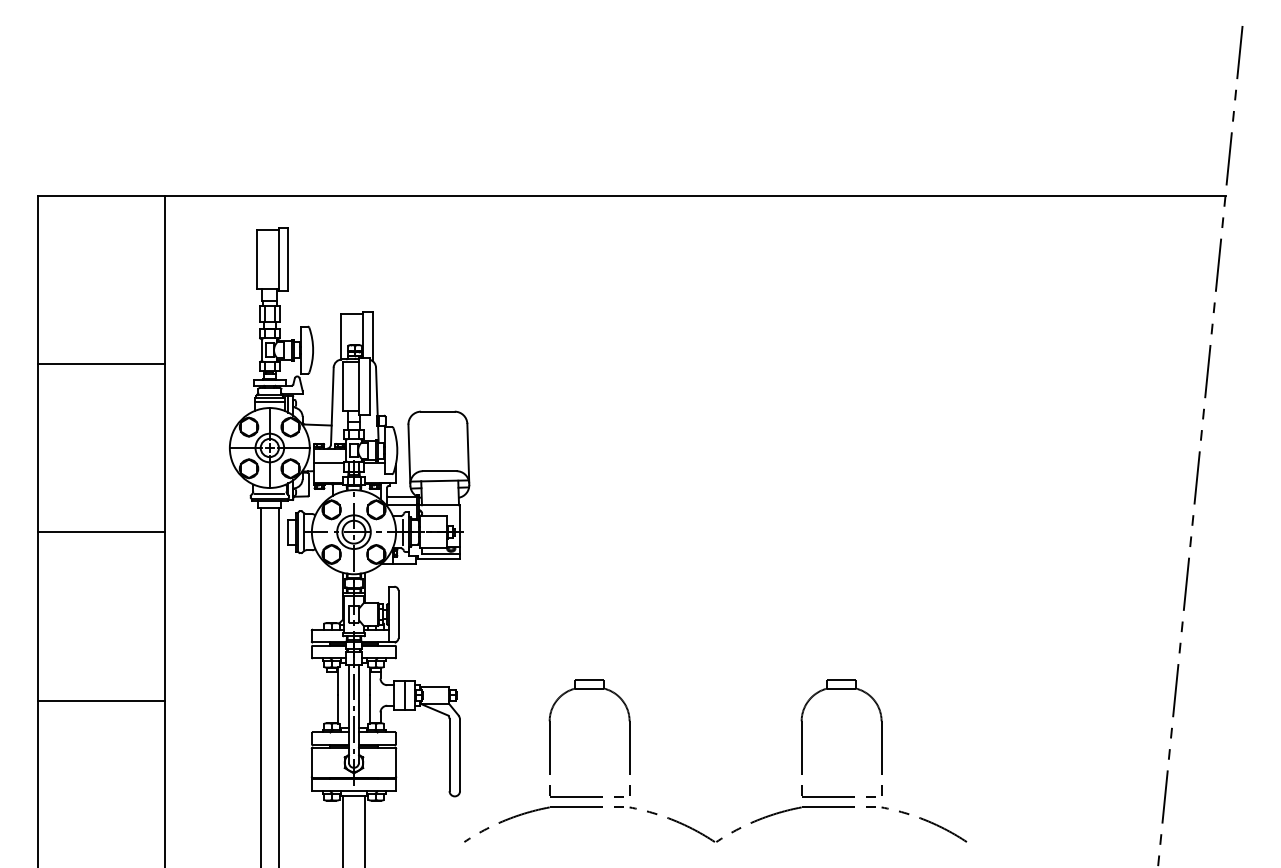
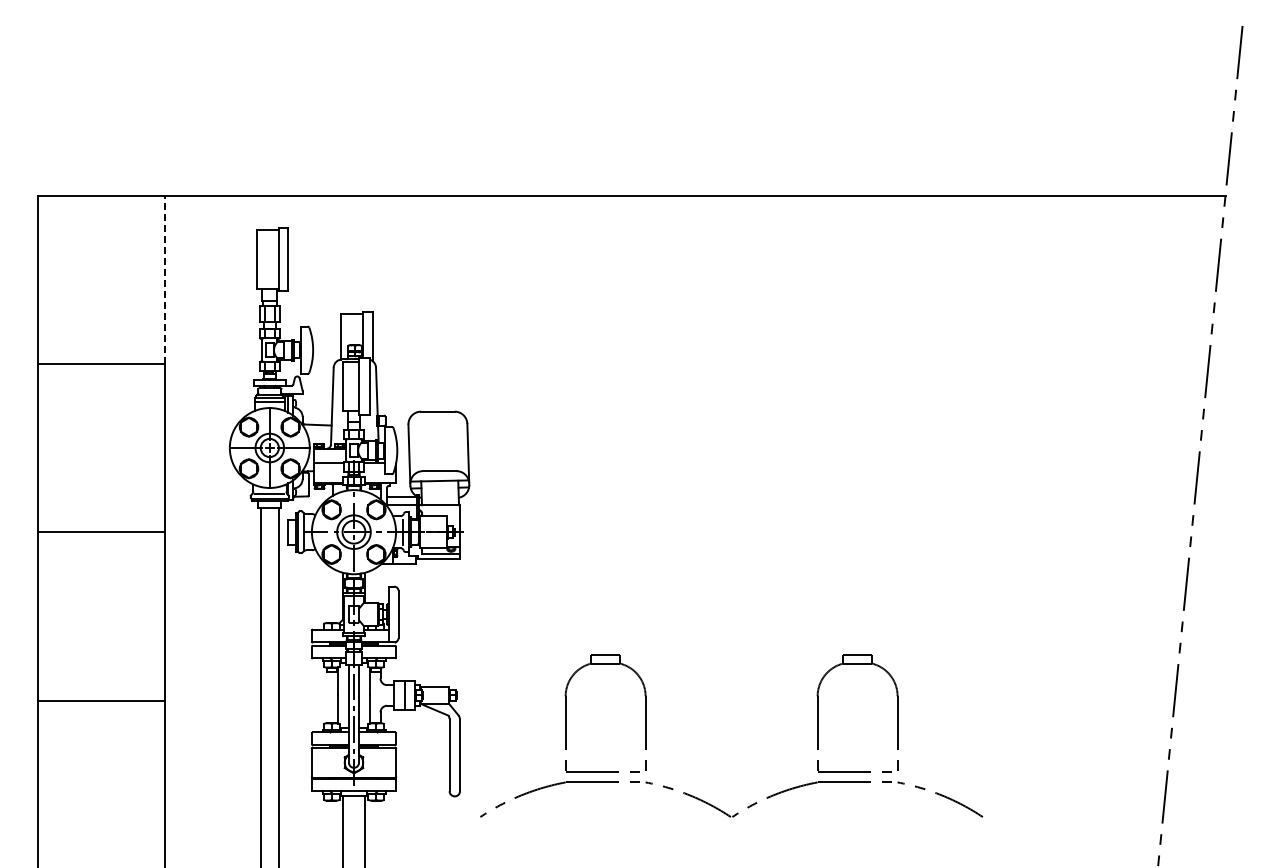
line at (164, 279): solid -> dashed
part at (686, 824) position: (686, 824) -> (702, 799)
